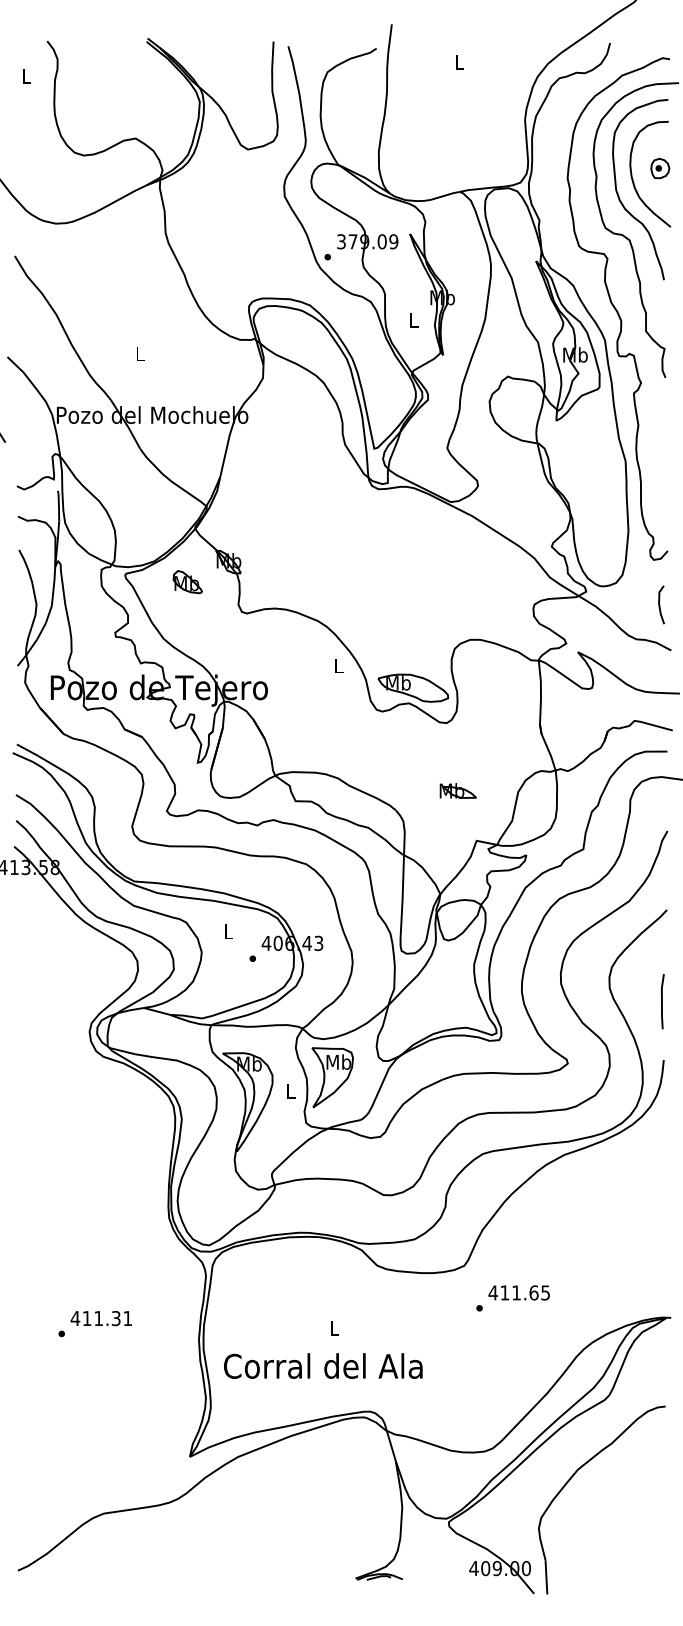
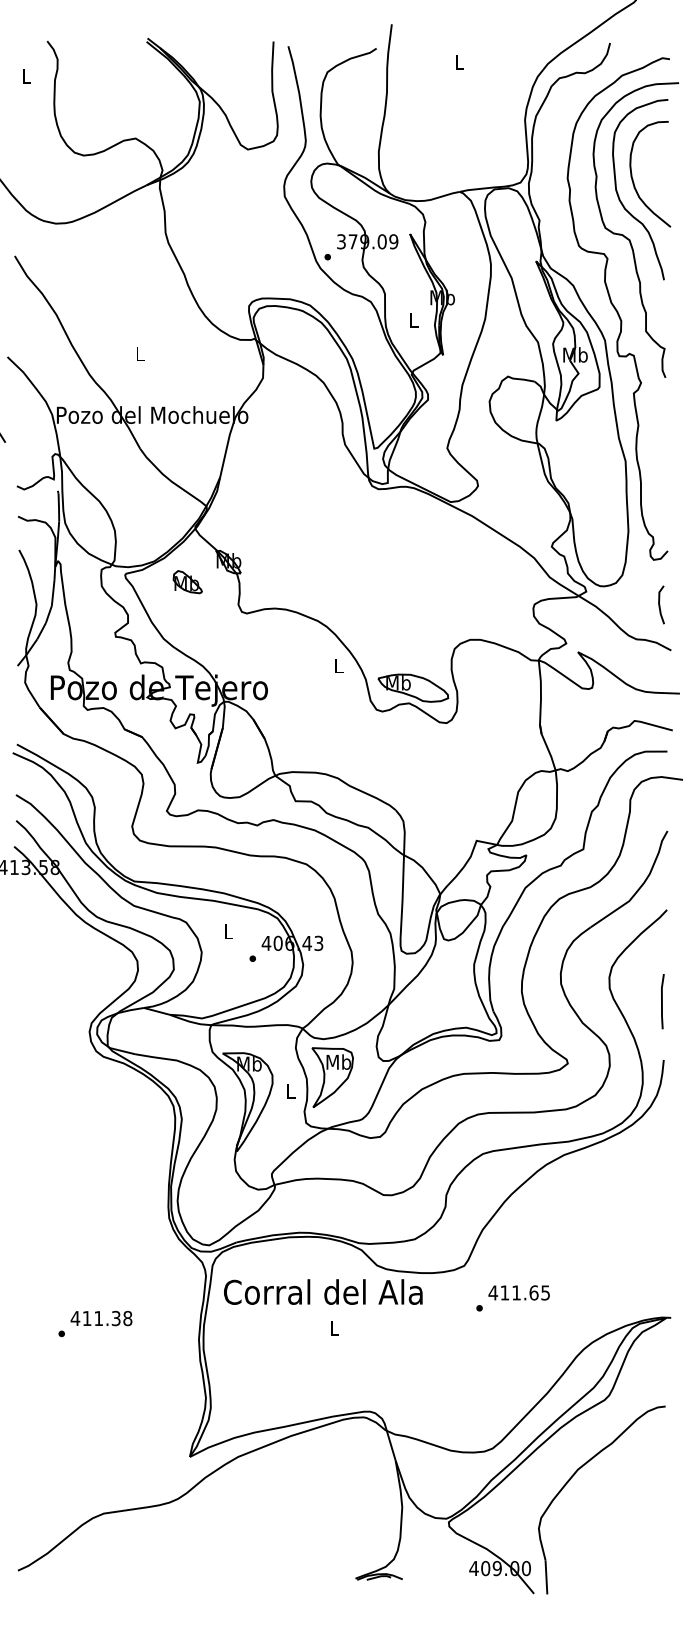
part at (660, 168): present -> none
part at (457, 790): present -> none
text at (127, 1318): 411.31 -> 411.38
text at (323, 1365) position: (323, 1365) -> (323, 1291)
